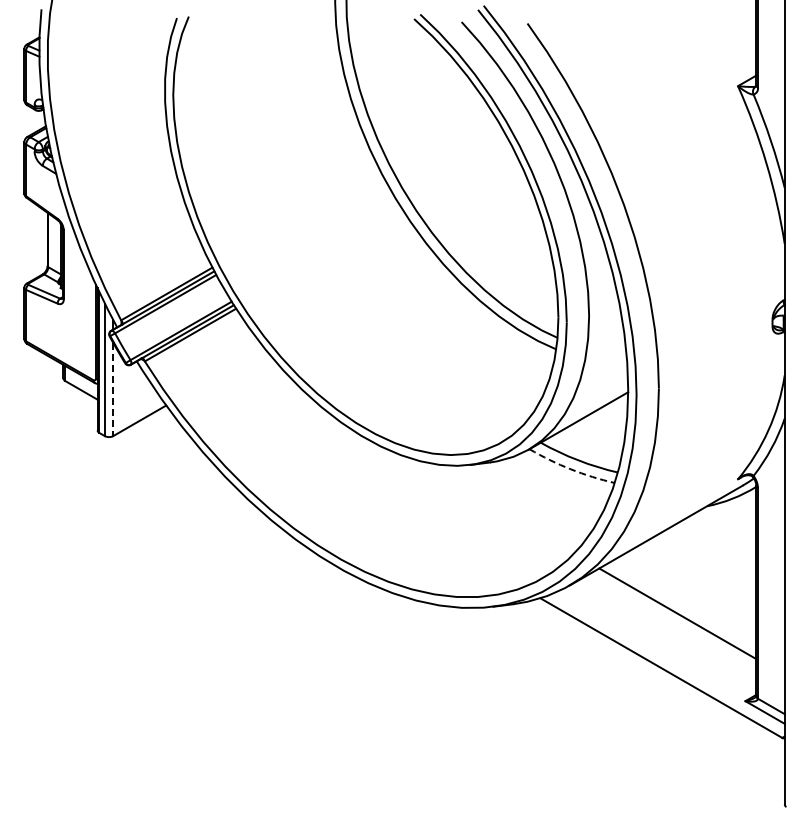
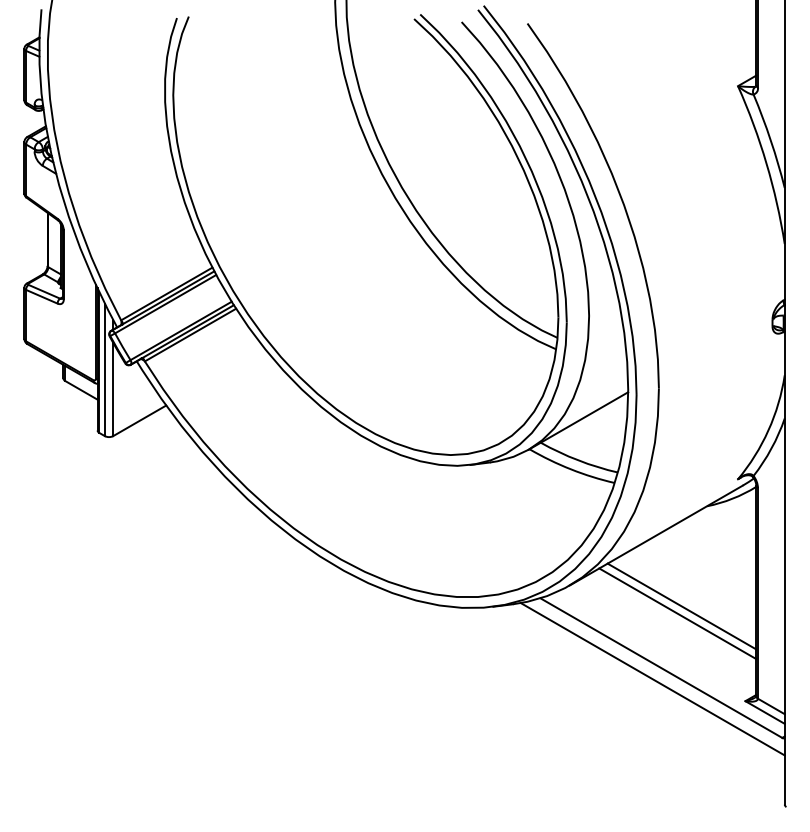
line at (113, 389): dashed -> solid
arc at (570, 469): dashed -> solid
line at (681, 606): none -> present
line at (652, 679): none -> present
